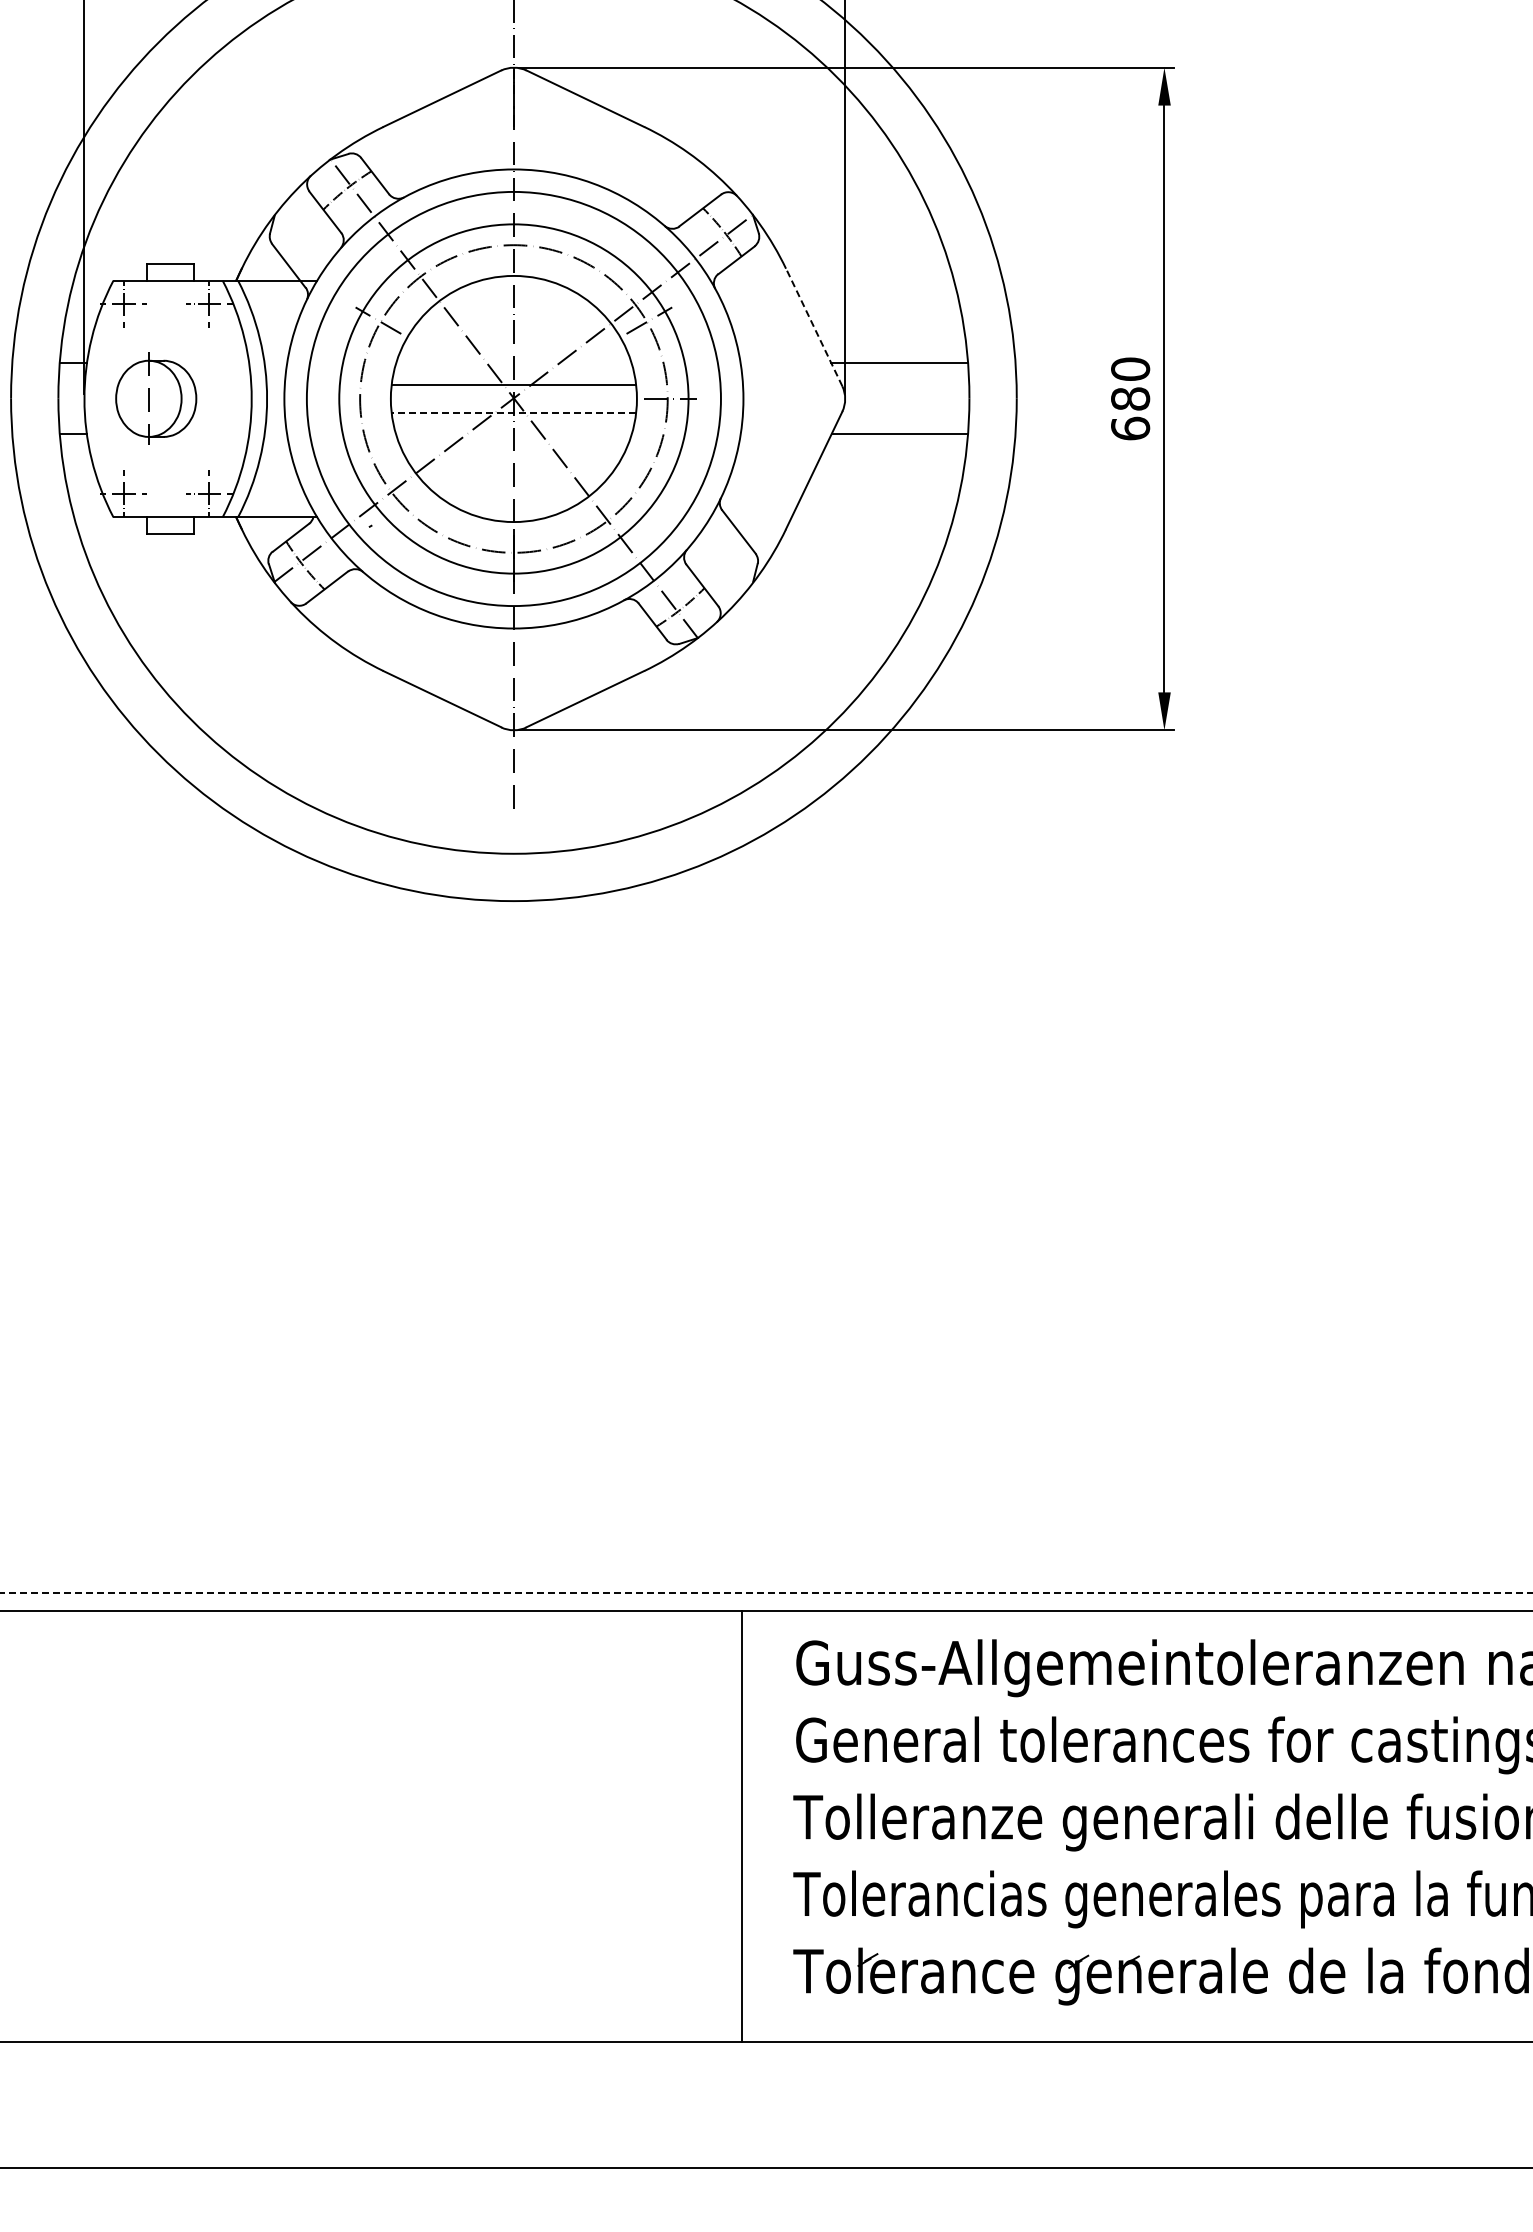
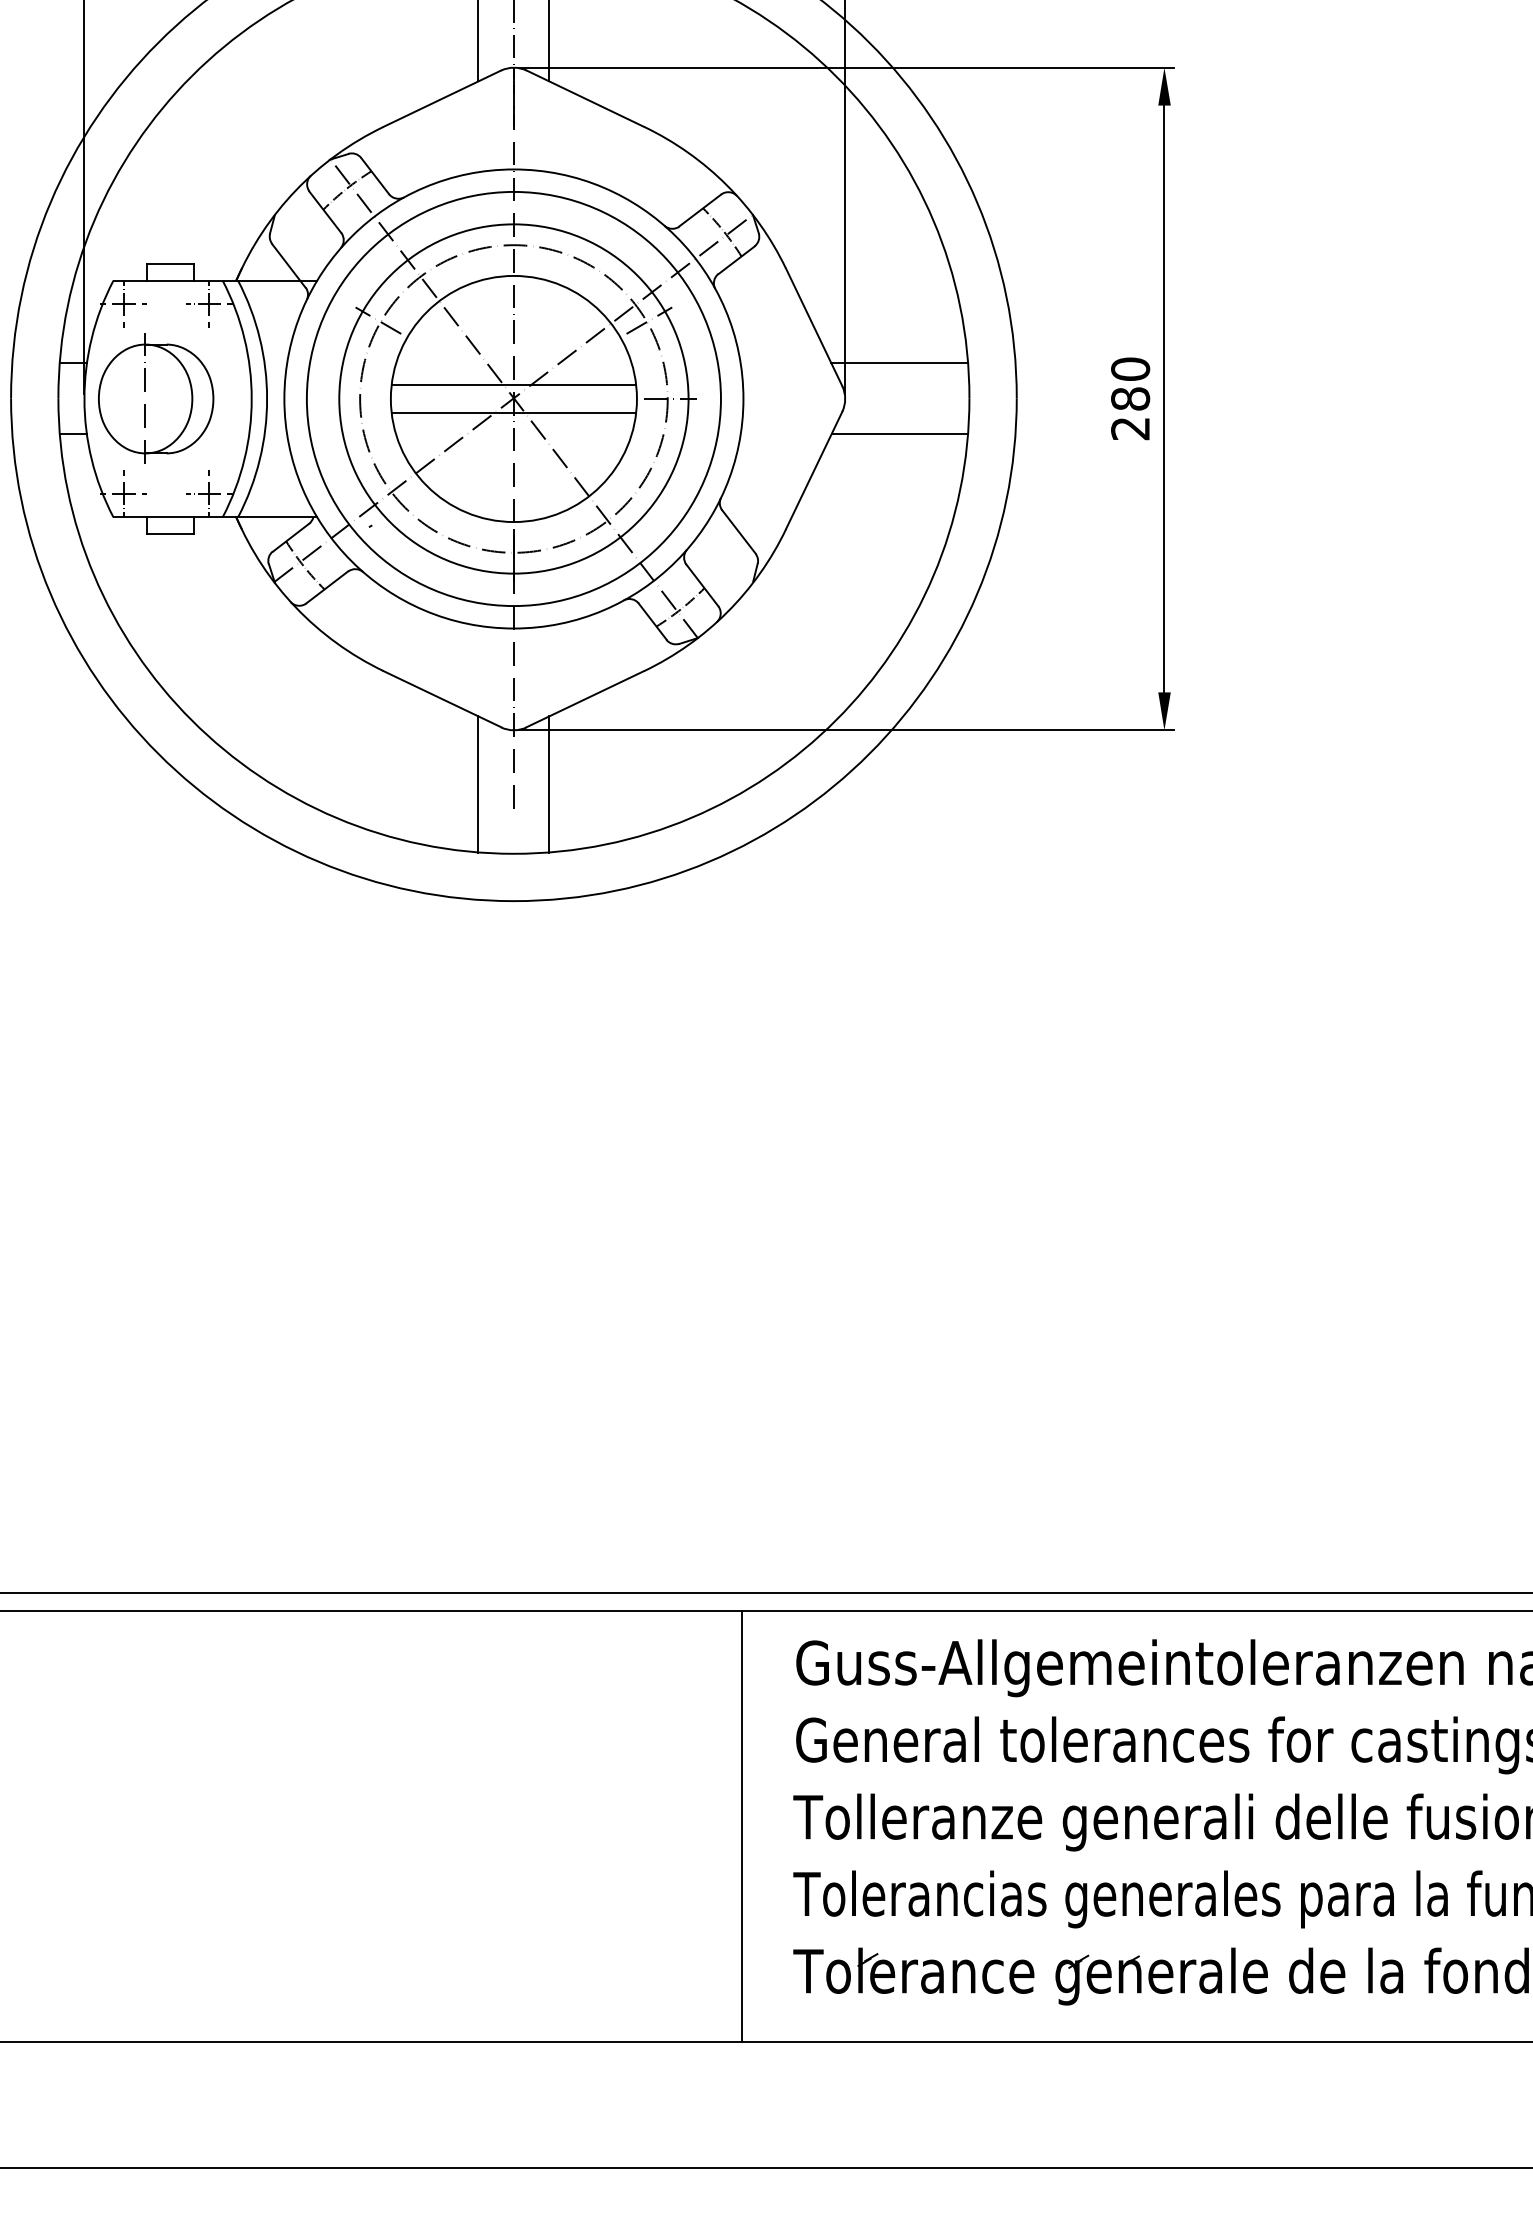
line at (478, 41): none -> present
line at (549, 41): none -> present
line at (813, 326): dashed -> solid
part at (156, 398) size: 83x93 px -> 117x131 px
line at (513, 413): dashed -> solid
text at (1130, 428): 680 -> 280
line at (478, 784): none -> present
line at (549, 784): none -> present
line at (765, 1592): dashed -> solid
